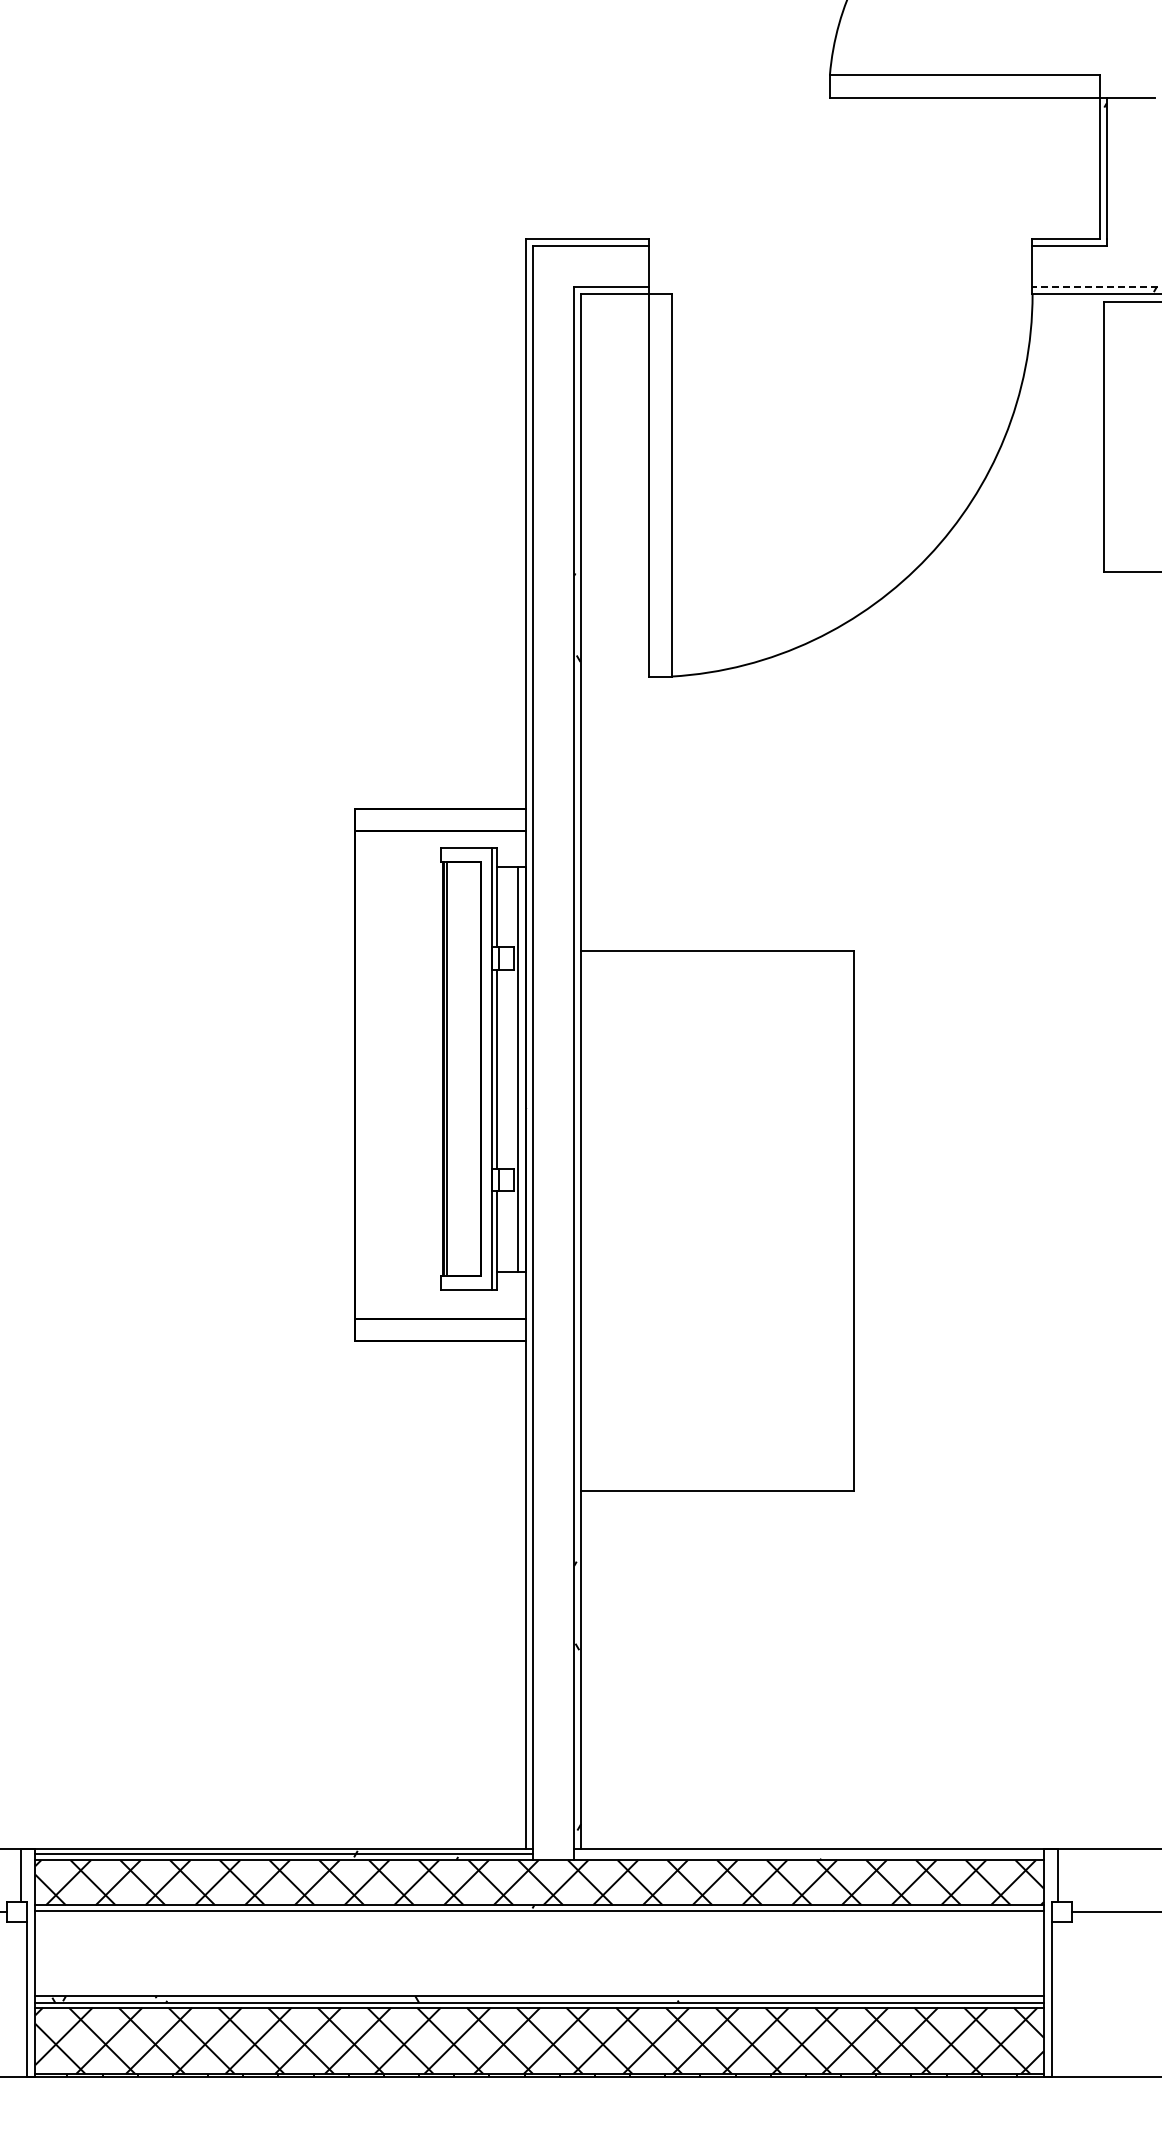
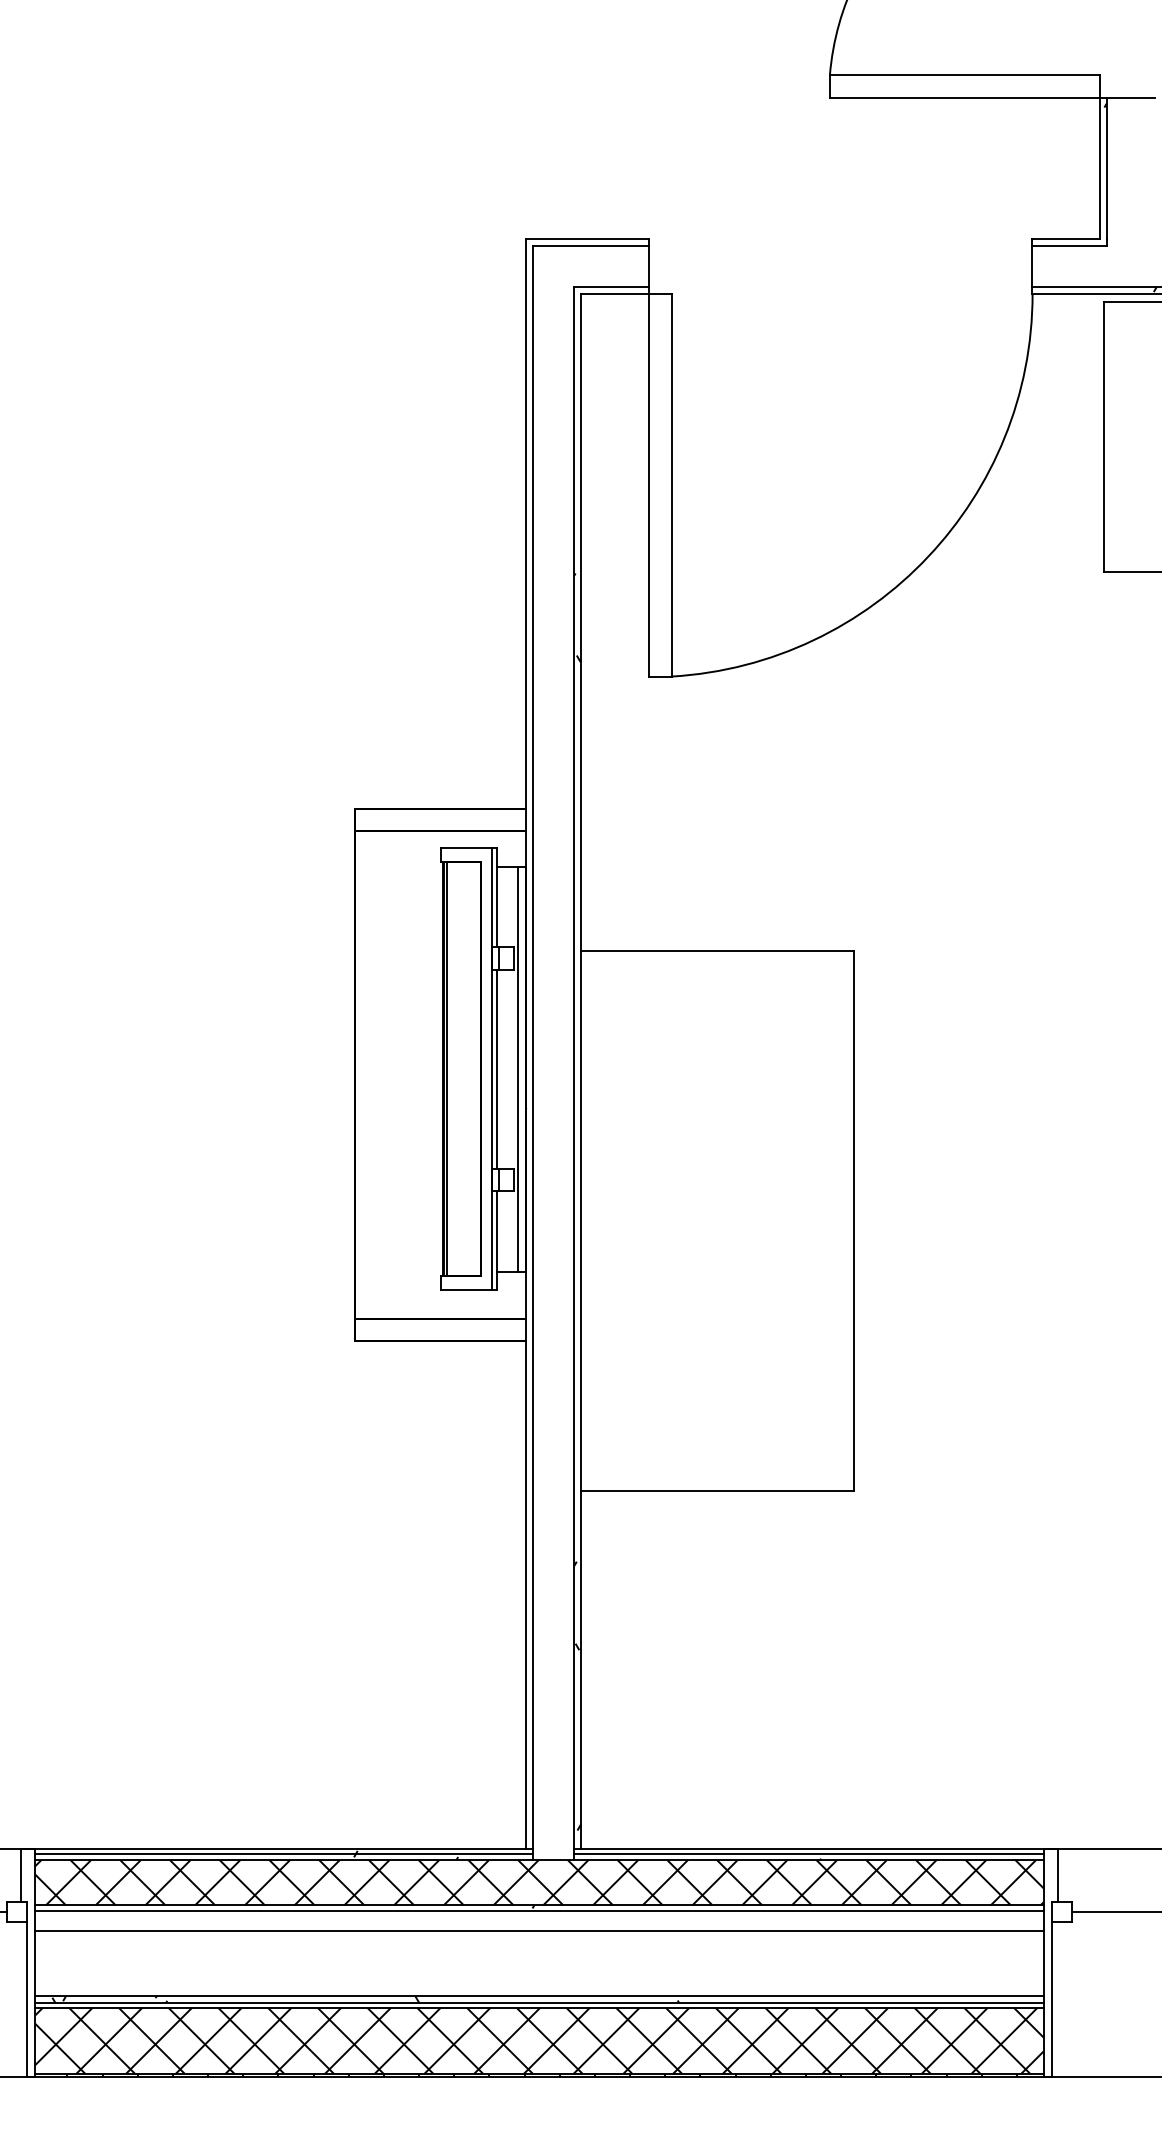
line at (1096, 286): dashed -> solid
line at (808, 1854): none -> present
line at (539, 1931): none -> present
